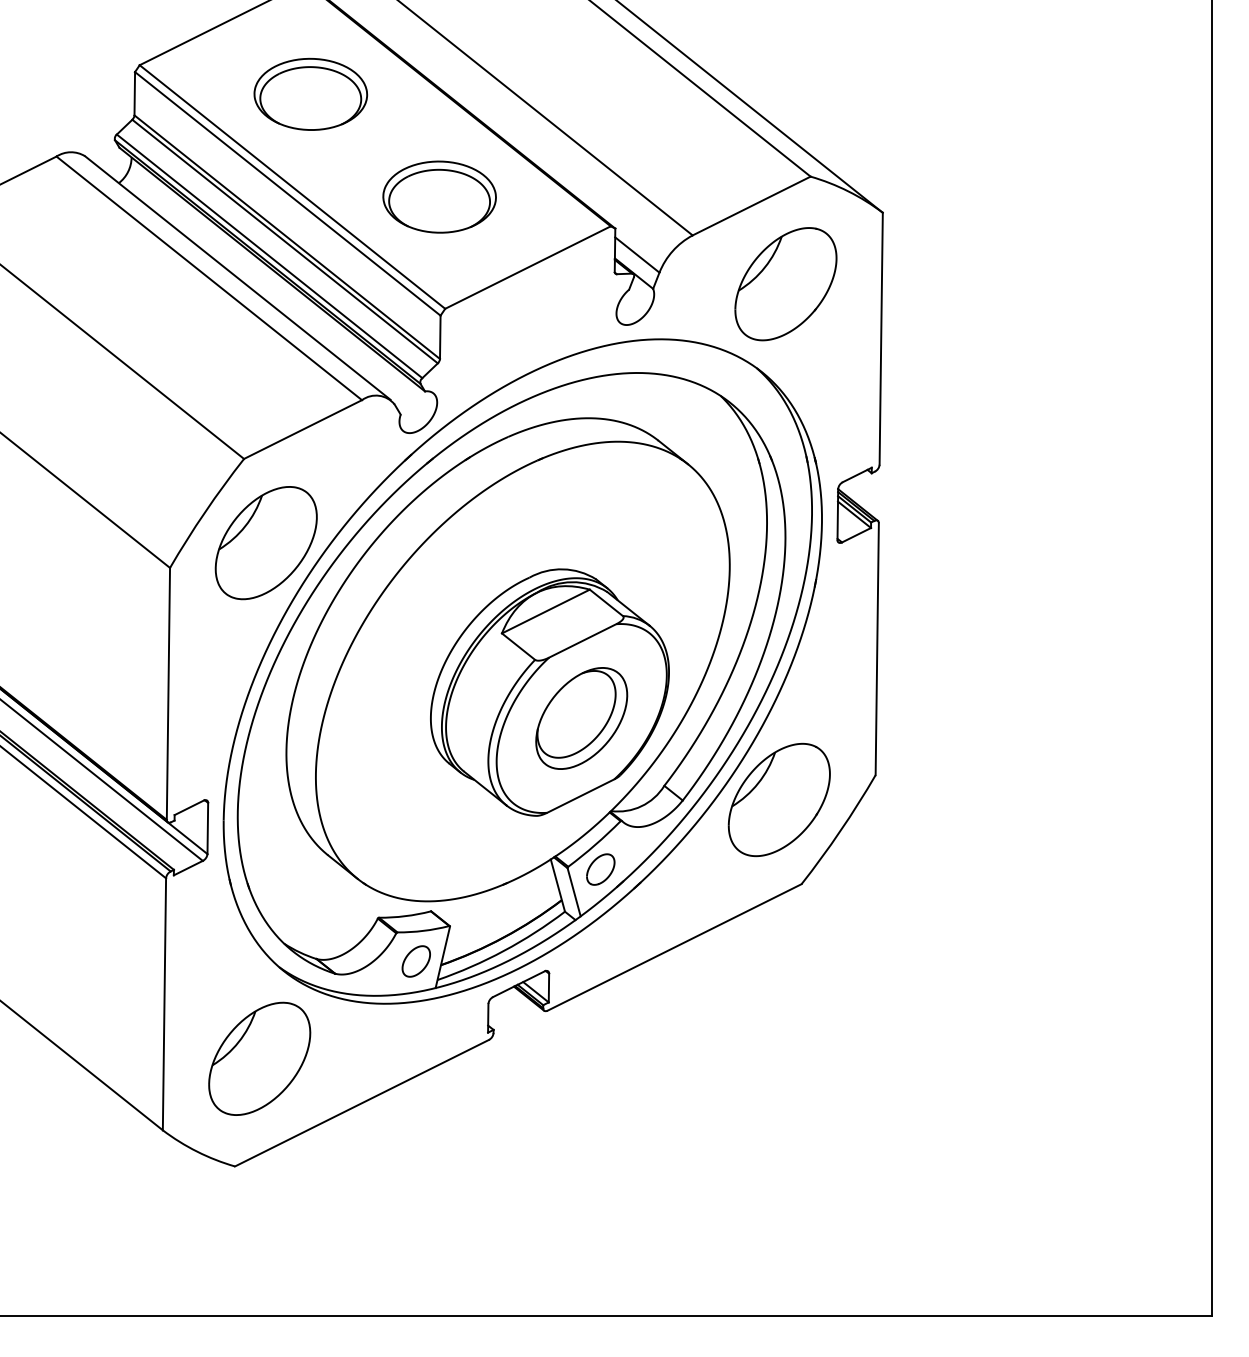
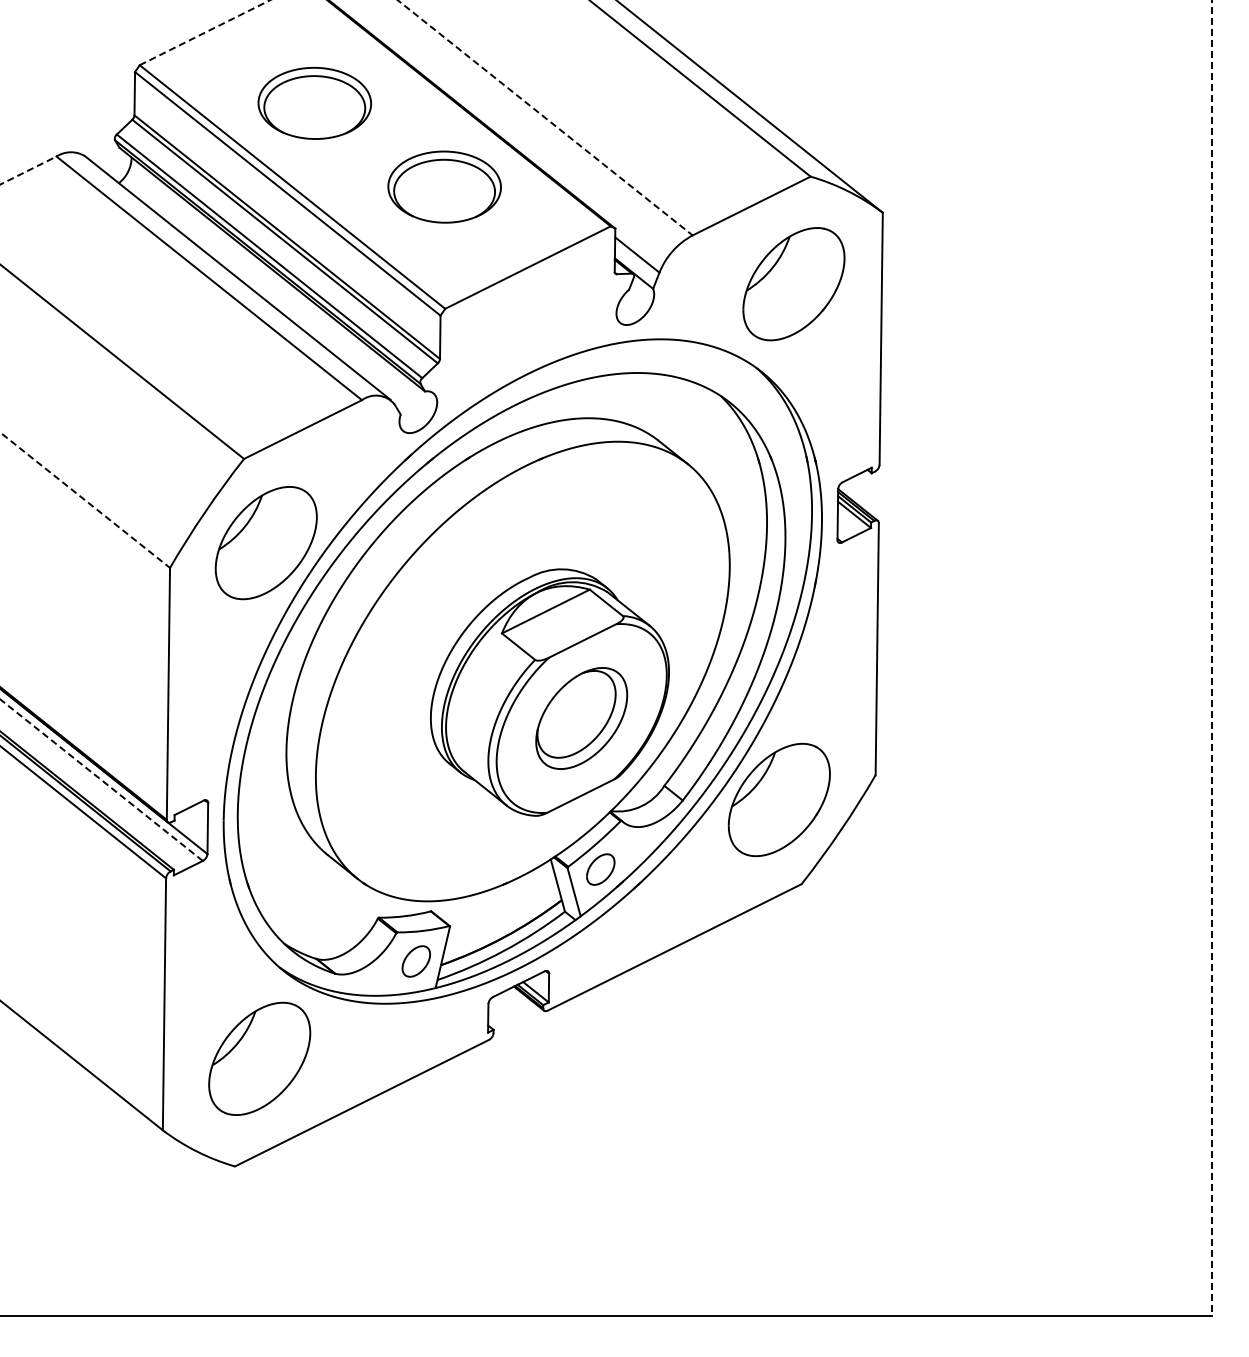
line at (205, 32): solid -> dashed
part at (310, 93) position: (310, 93) -> (314, 102)
line at (545, 118): solid -> dashed
line at (28, 170): solid -> dashed
part at (439, 196) position: (439, 196) -> (444, 186)
part at (785, 284) position: (785, 284) -> (793, 284)
line at (85, 500): solid -> dashed
line at (1211, 658): solid -> dashed
line at (101, 779): solid -> dashed
